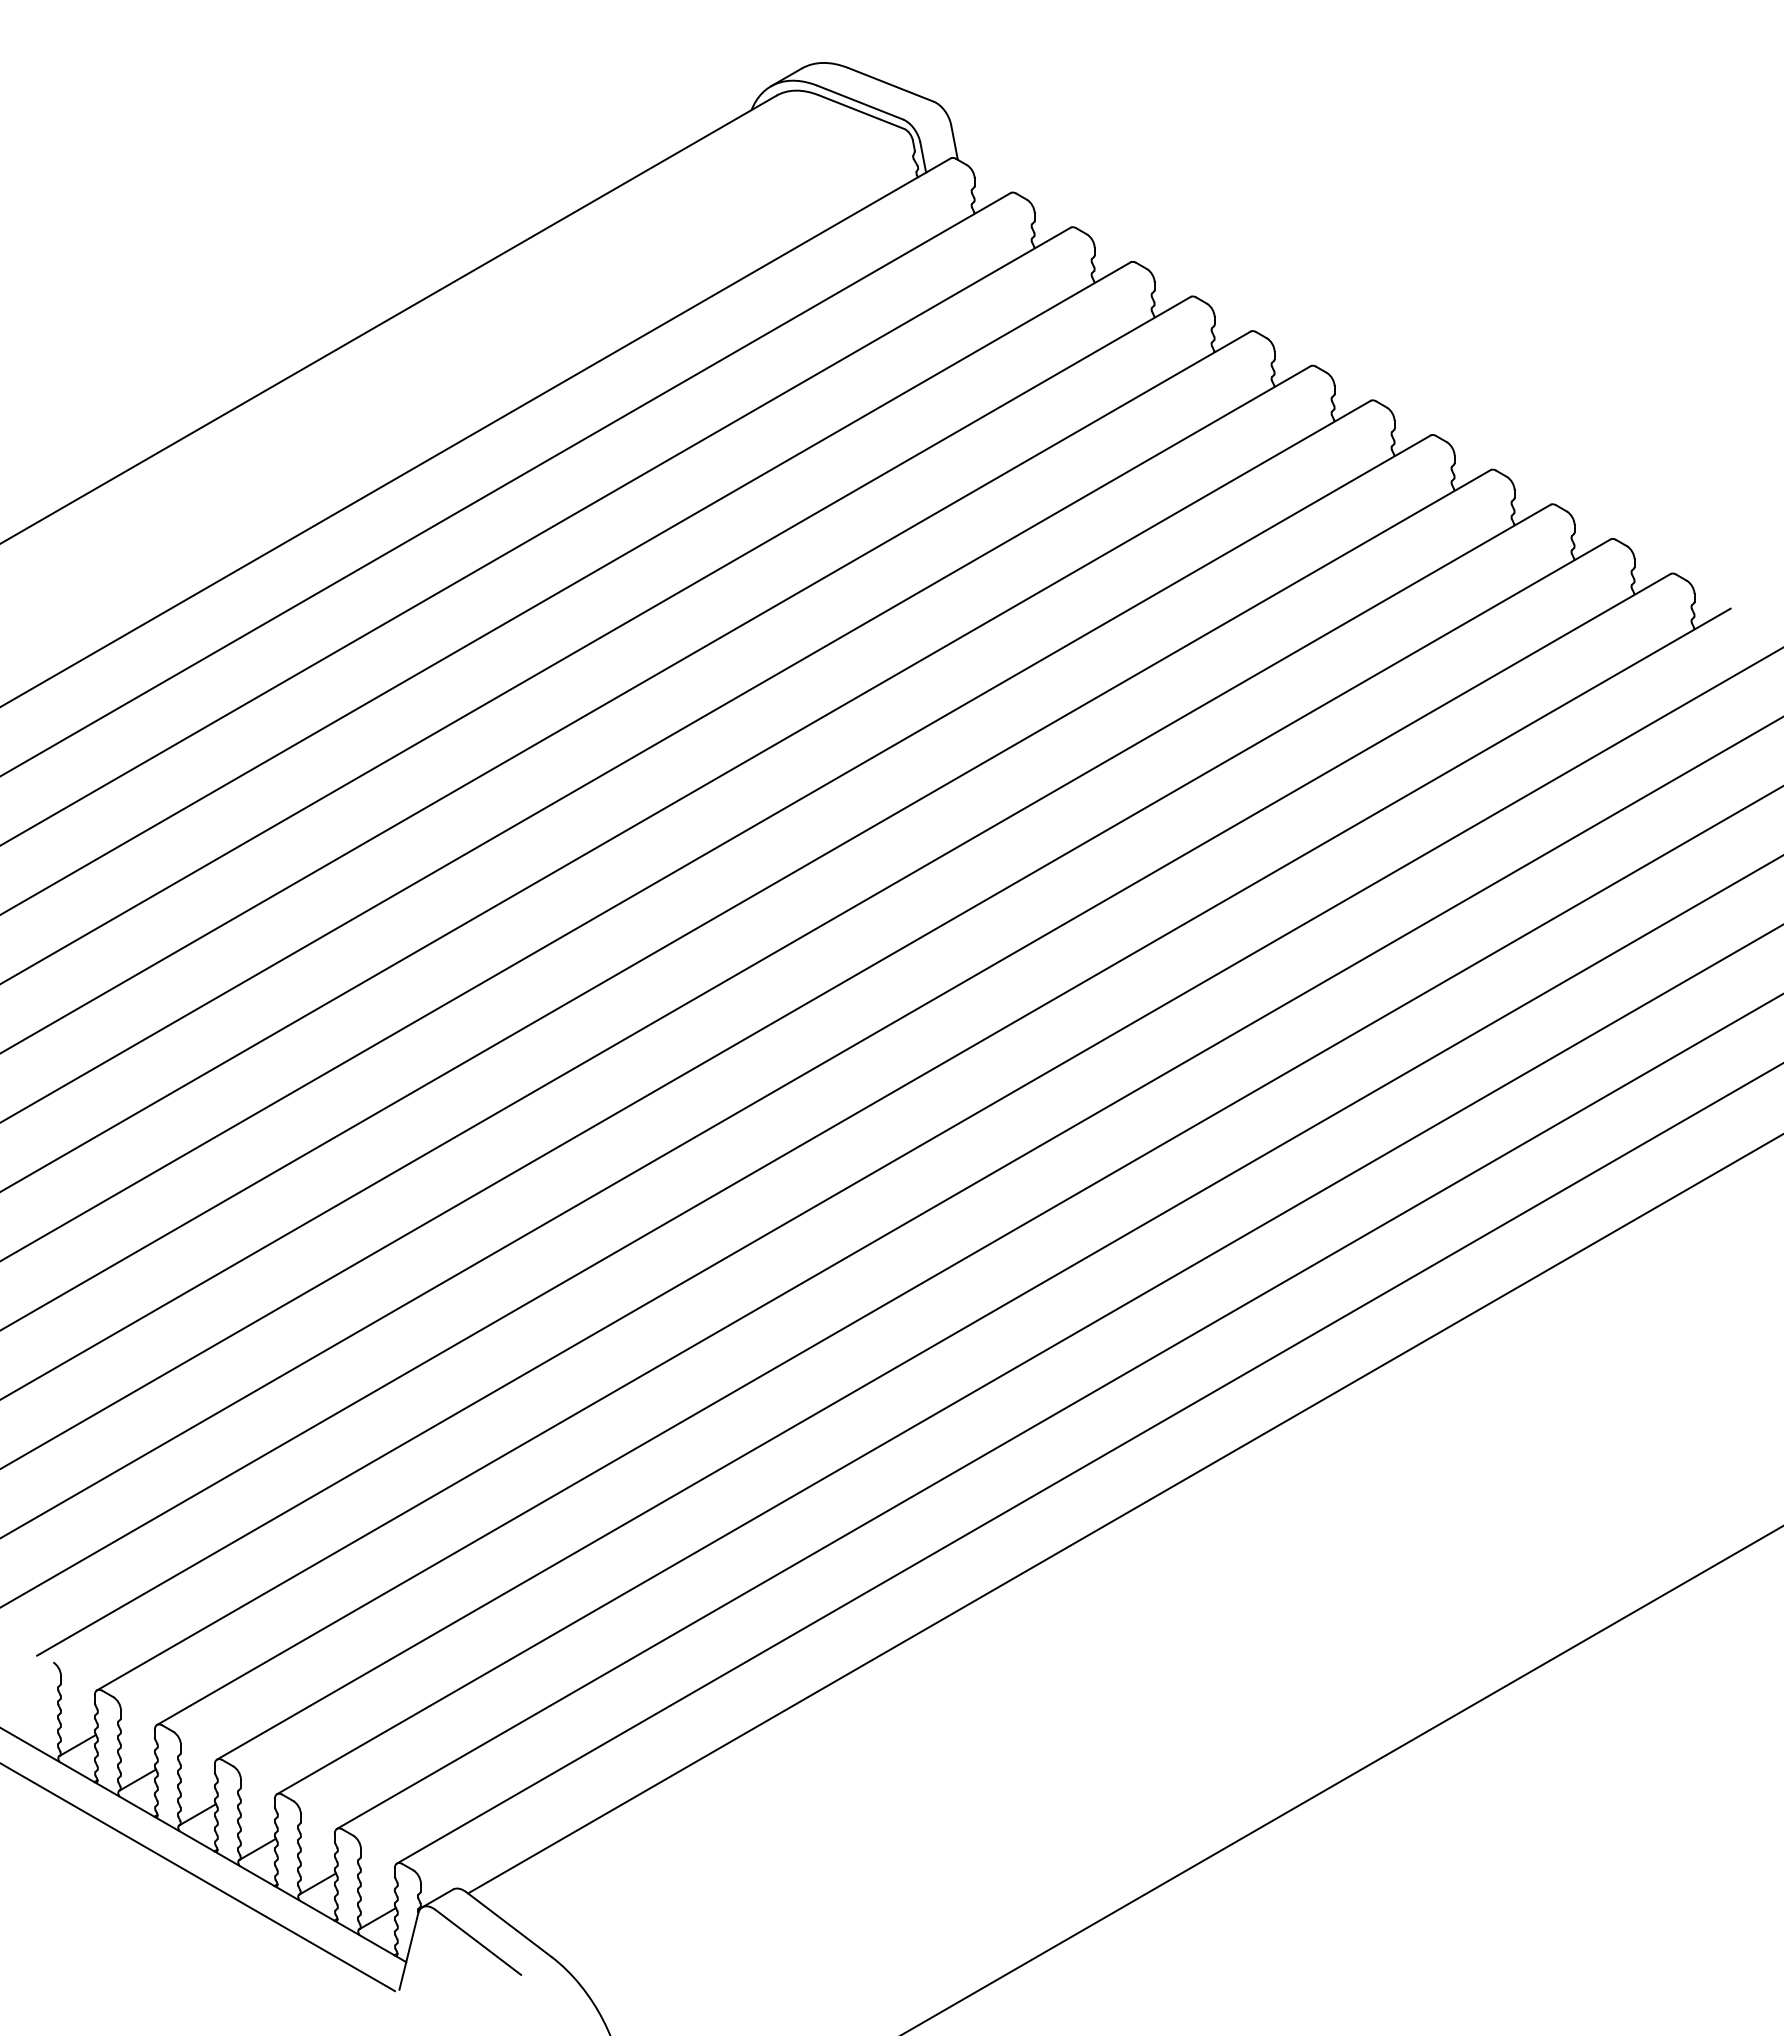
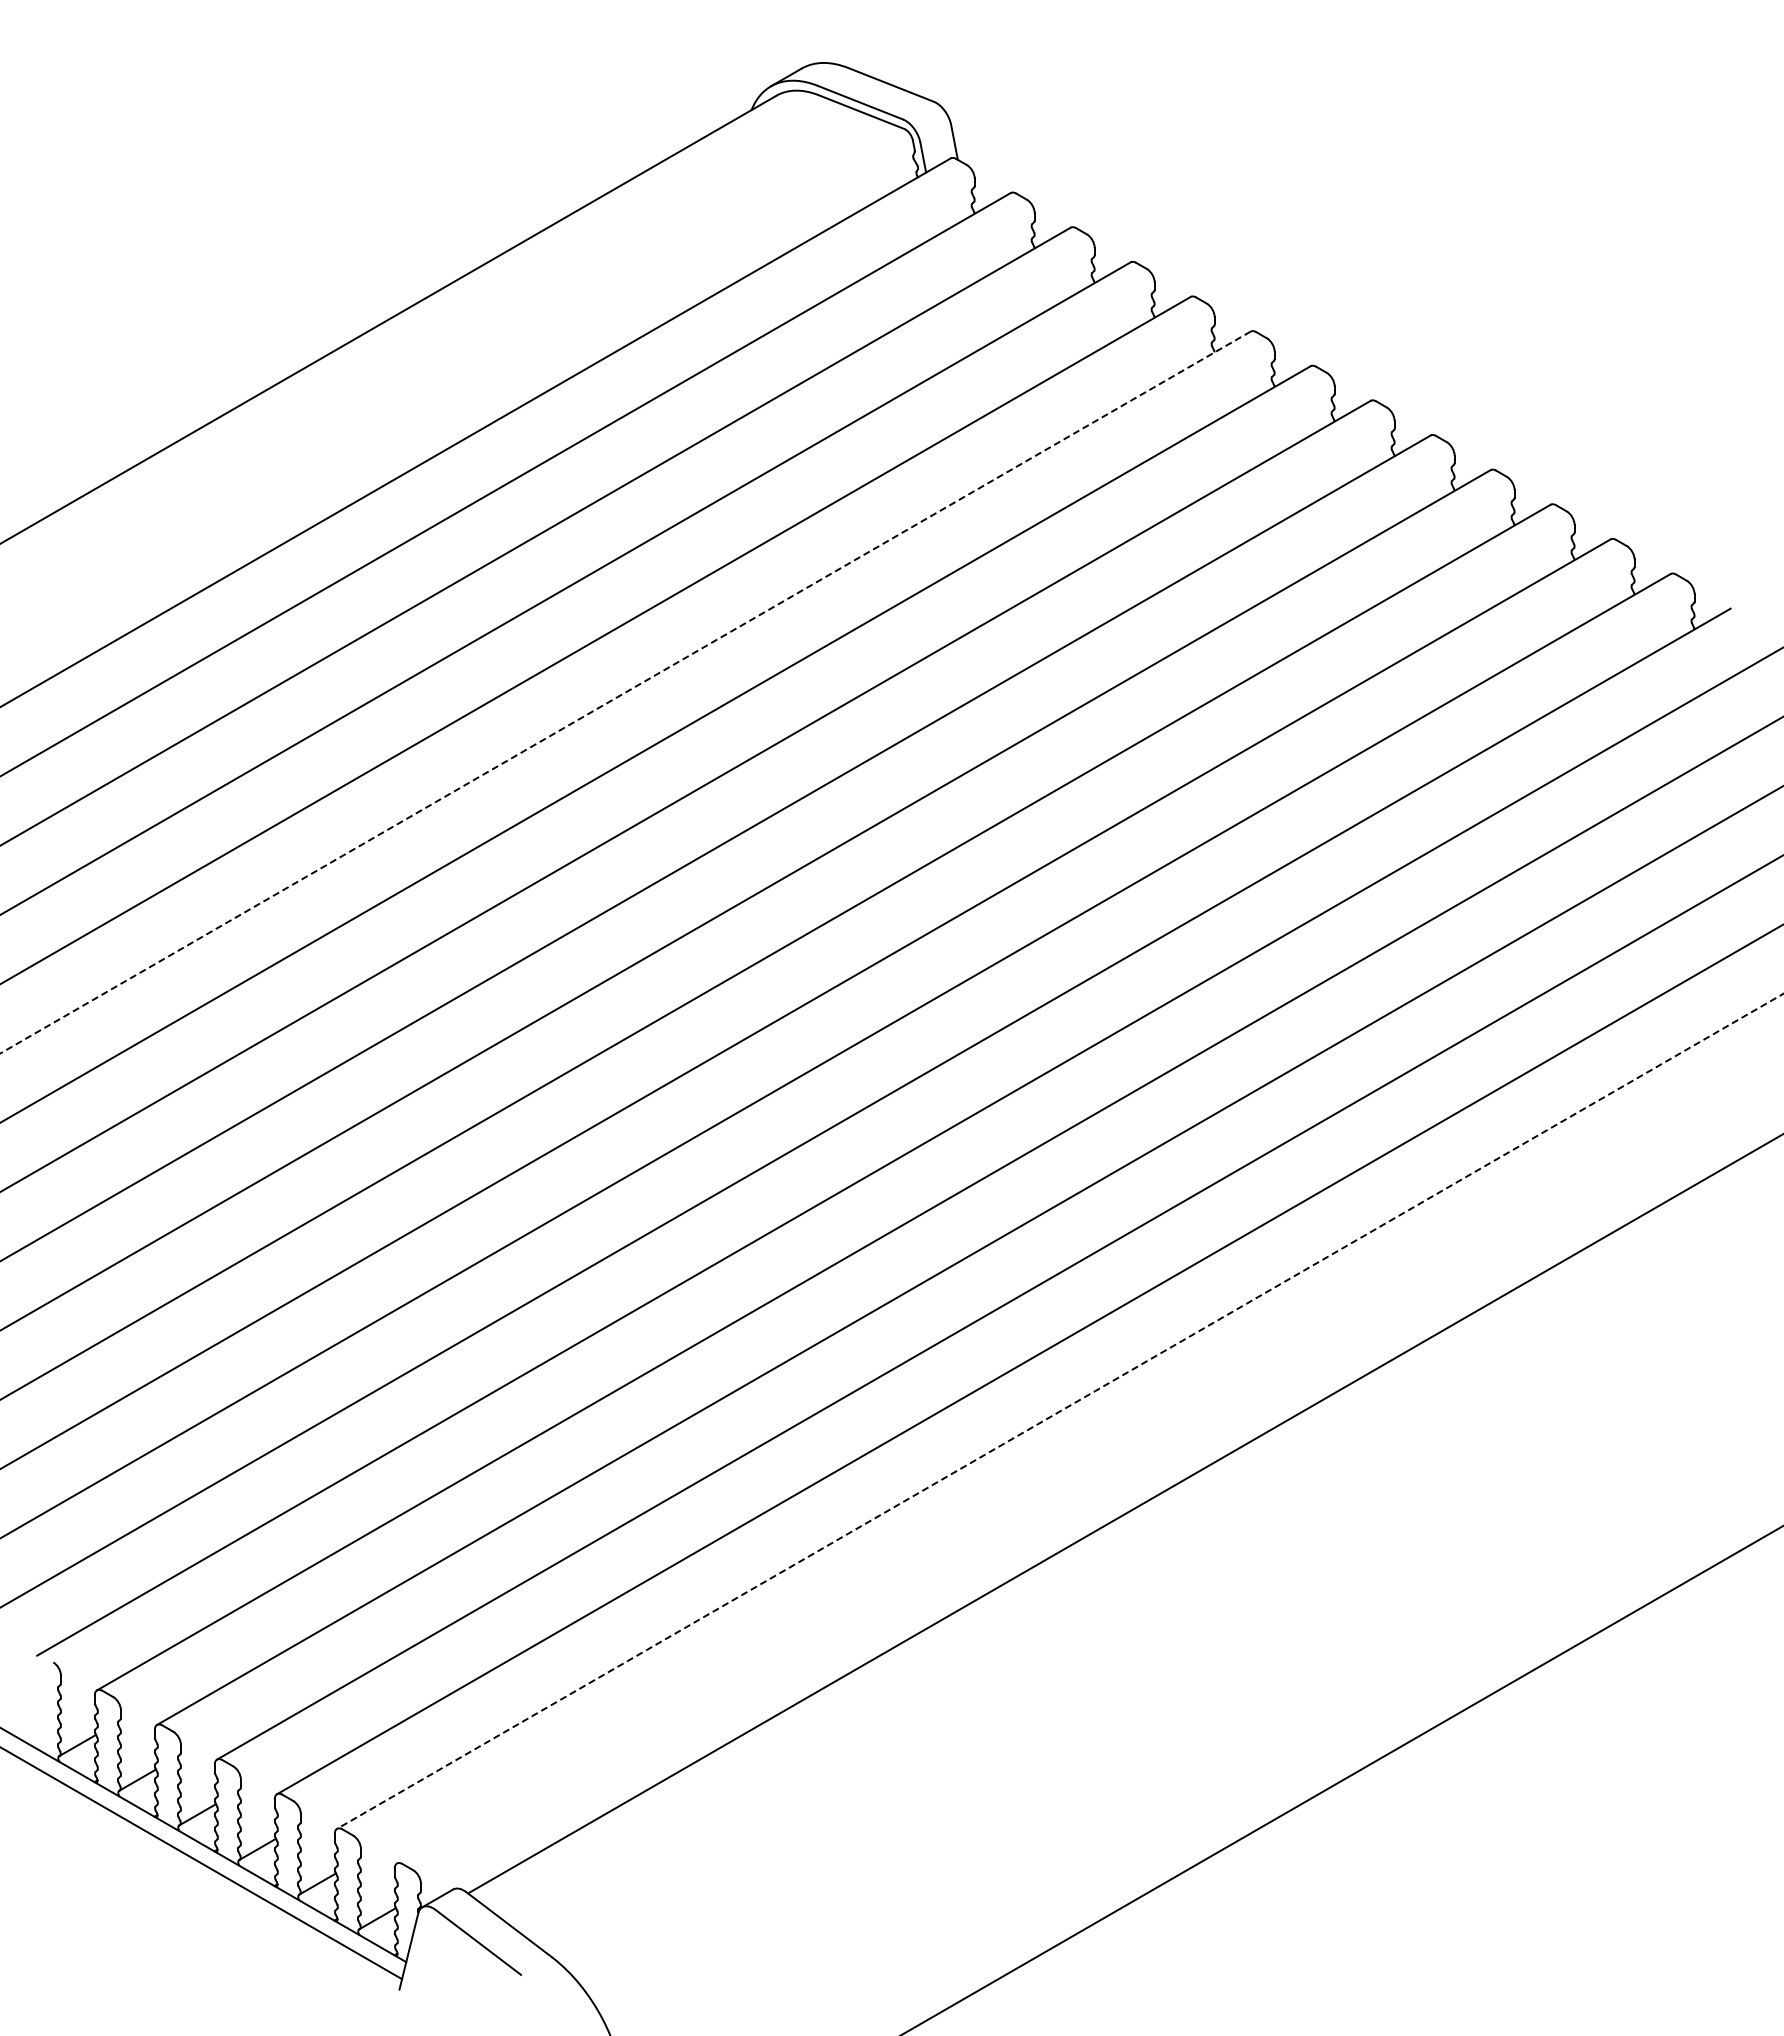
line at (625, 692): solid -> dashed
line at (1060, 1411): solid -> dashed
line at (1088, 1463): present -> none
line at (198, 1877) position: (198, 1877) -> (202, 1863)
